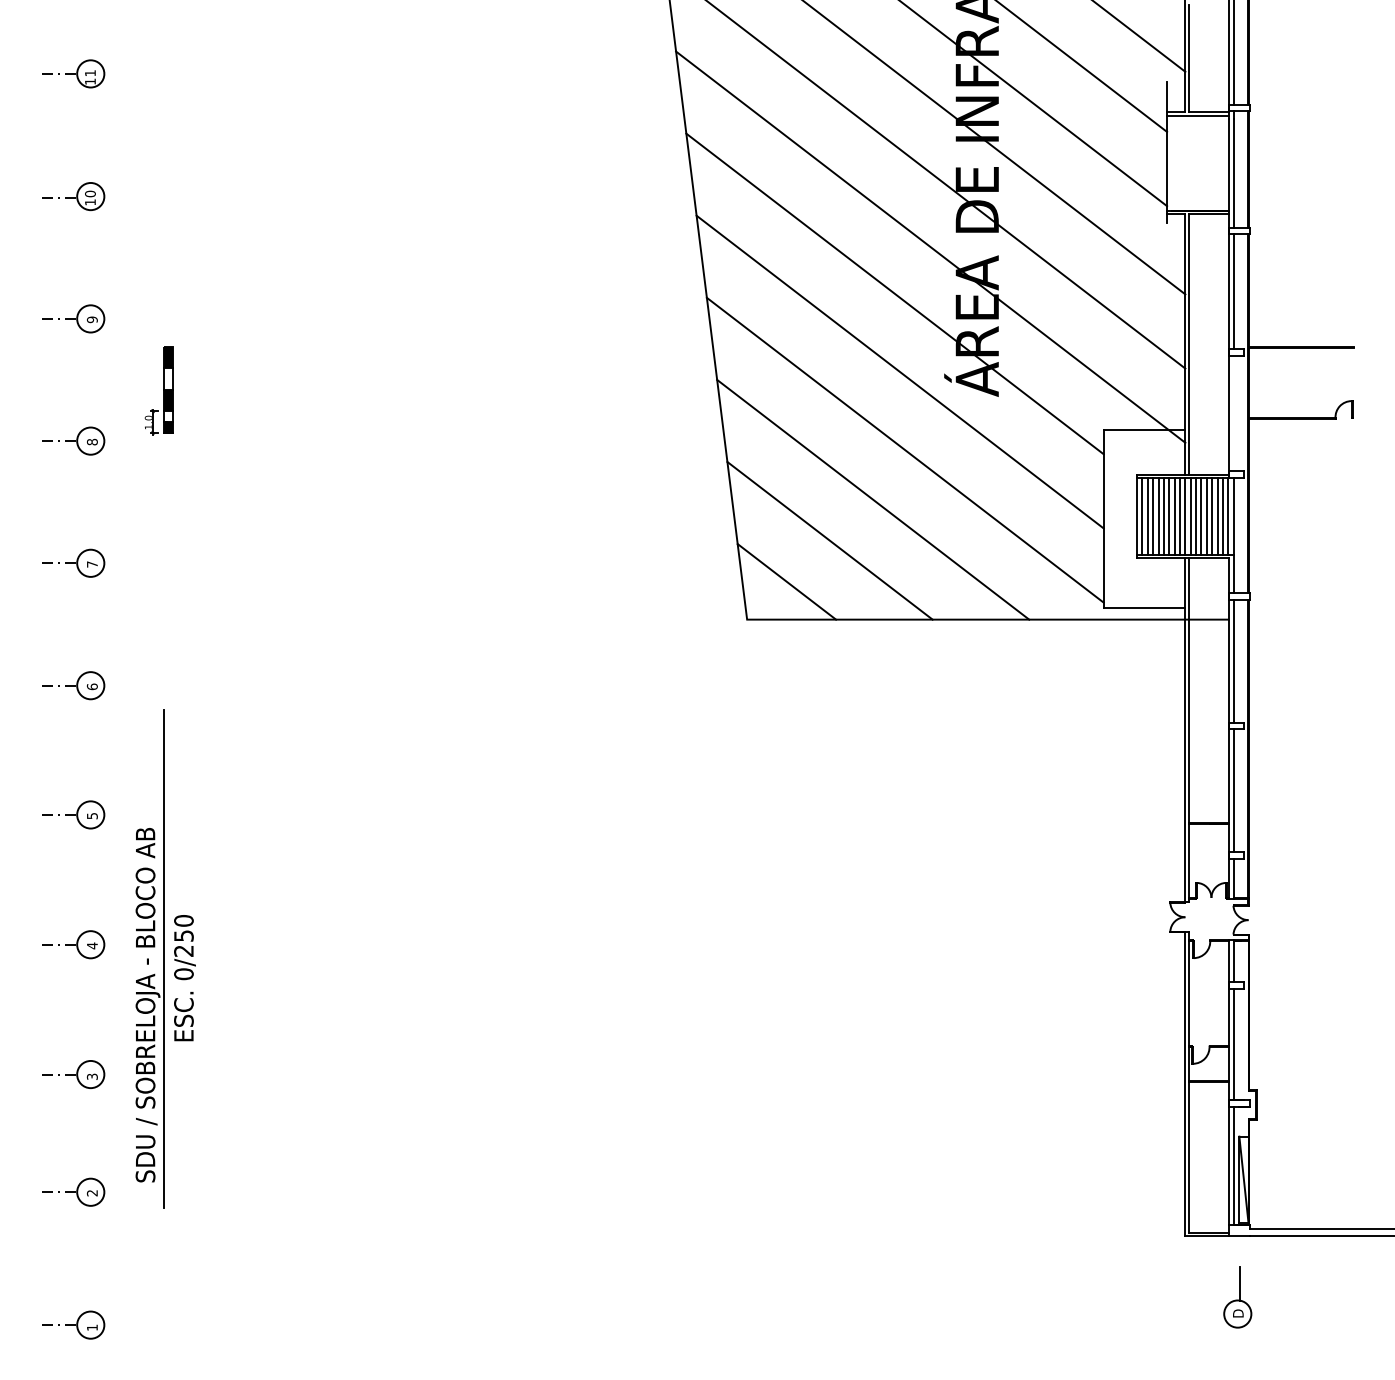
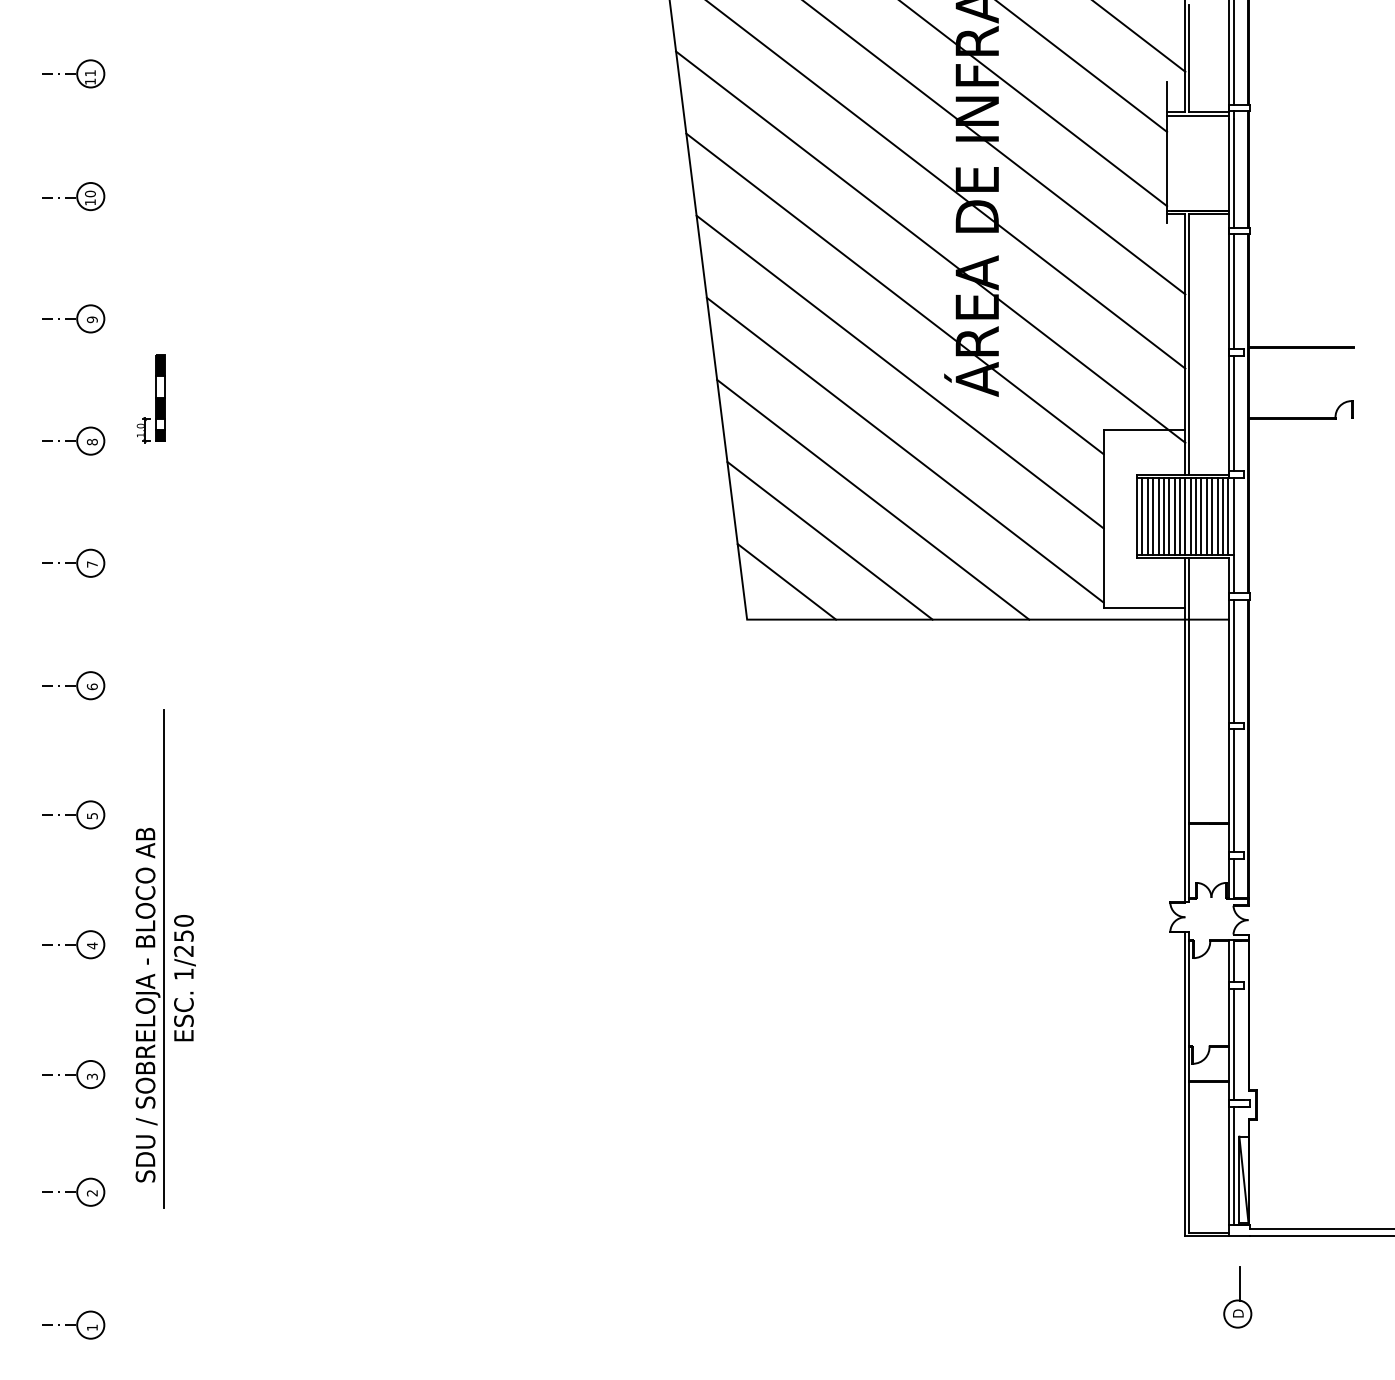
part at (158, 390) position: (158, 390) -> (150, 398)
line at (1233, 413): none -> present
text at (183, 974): 0/250 -> 1/250
